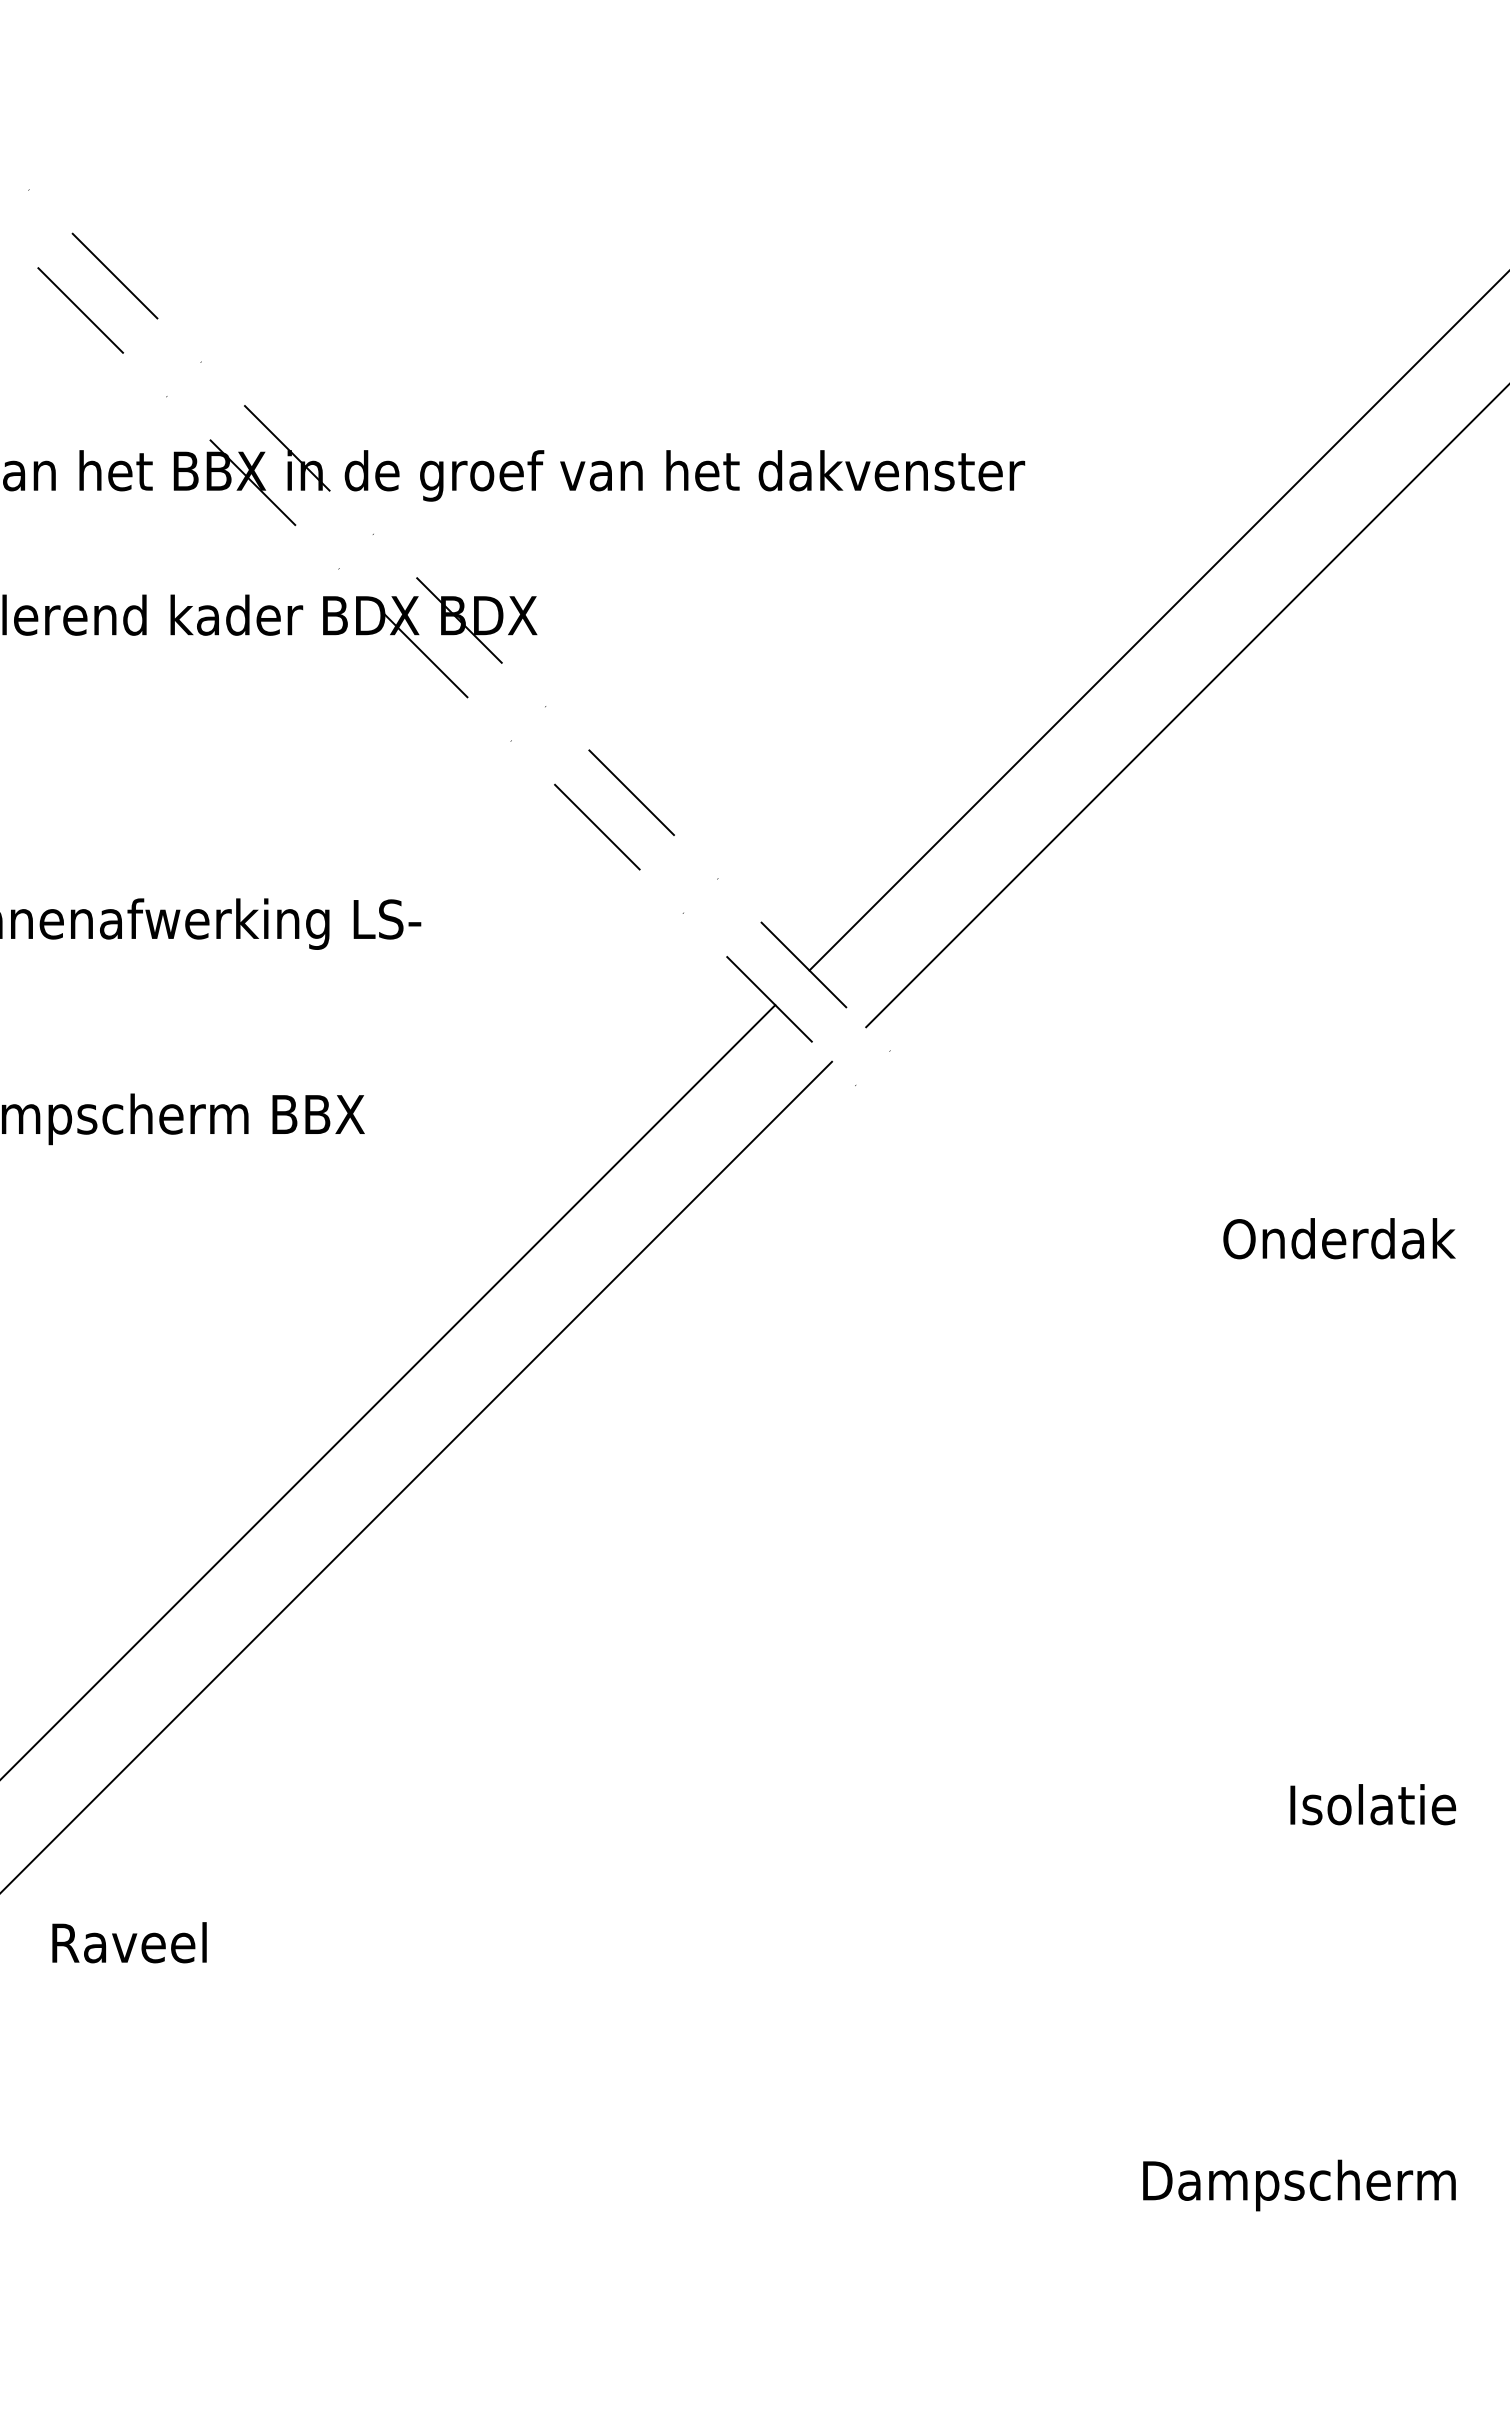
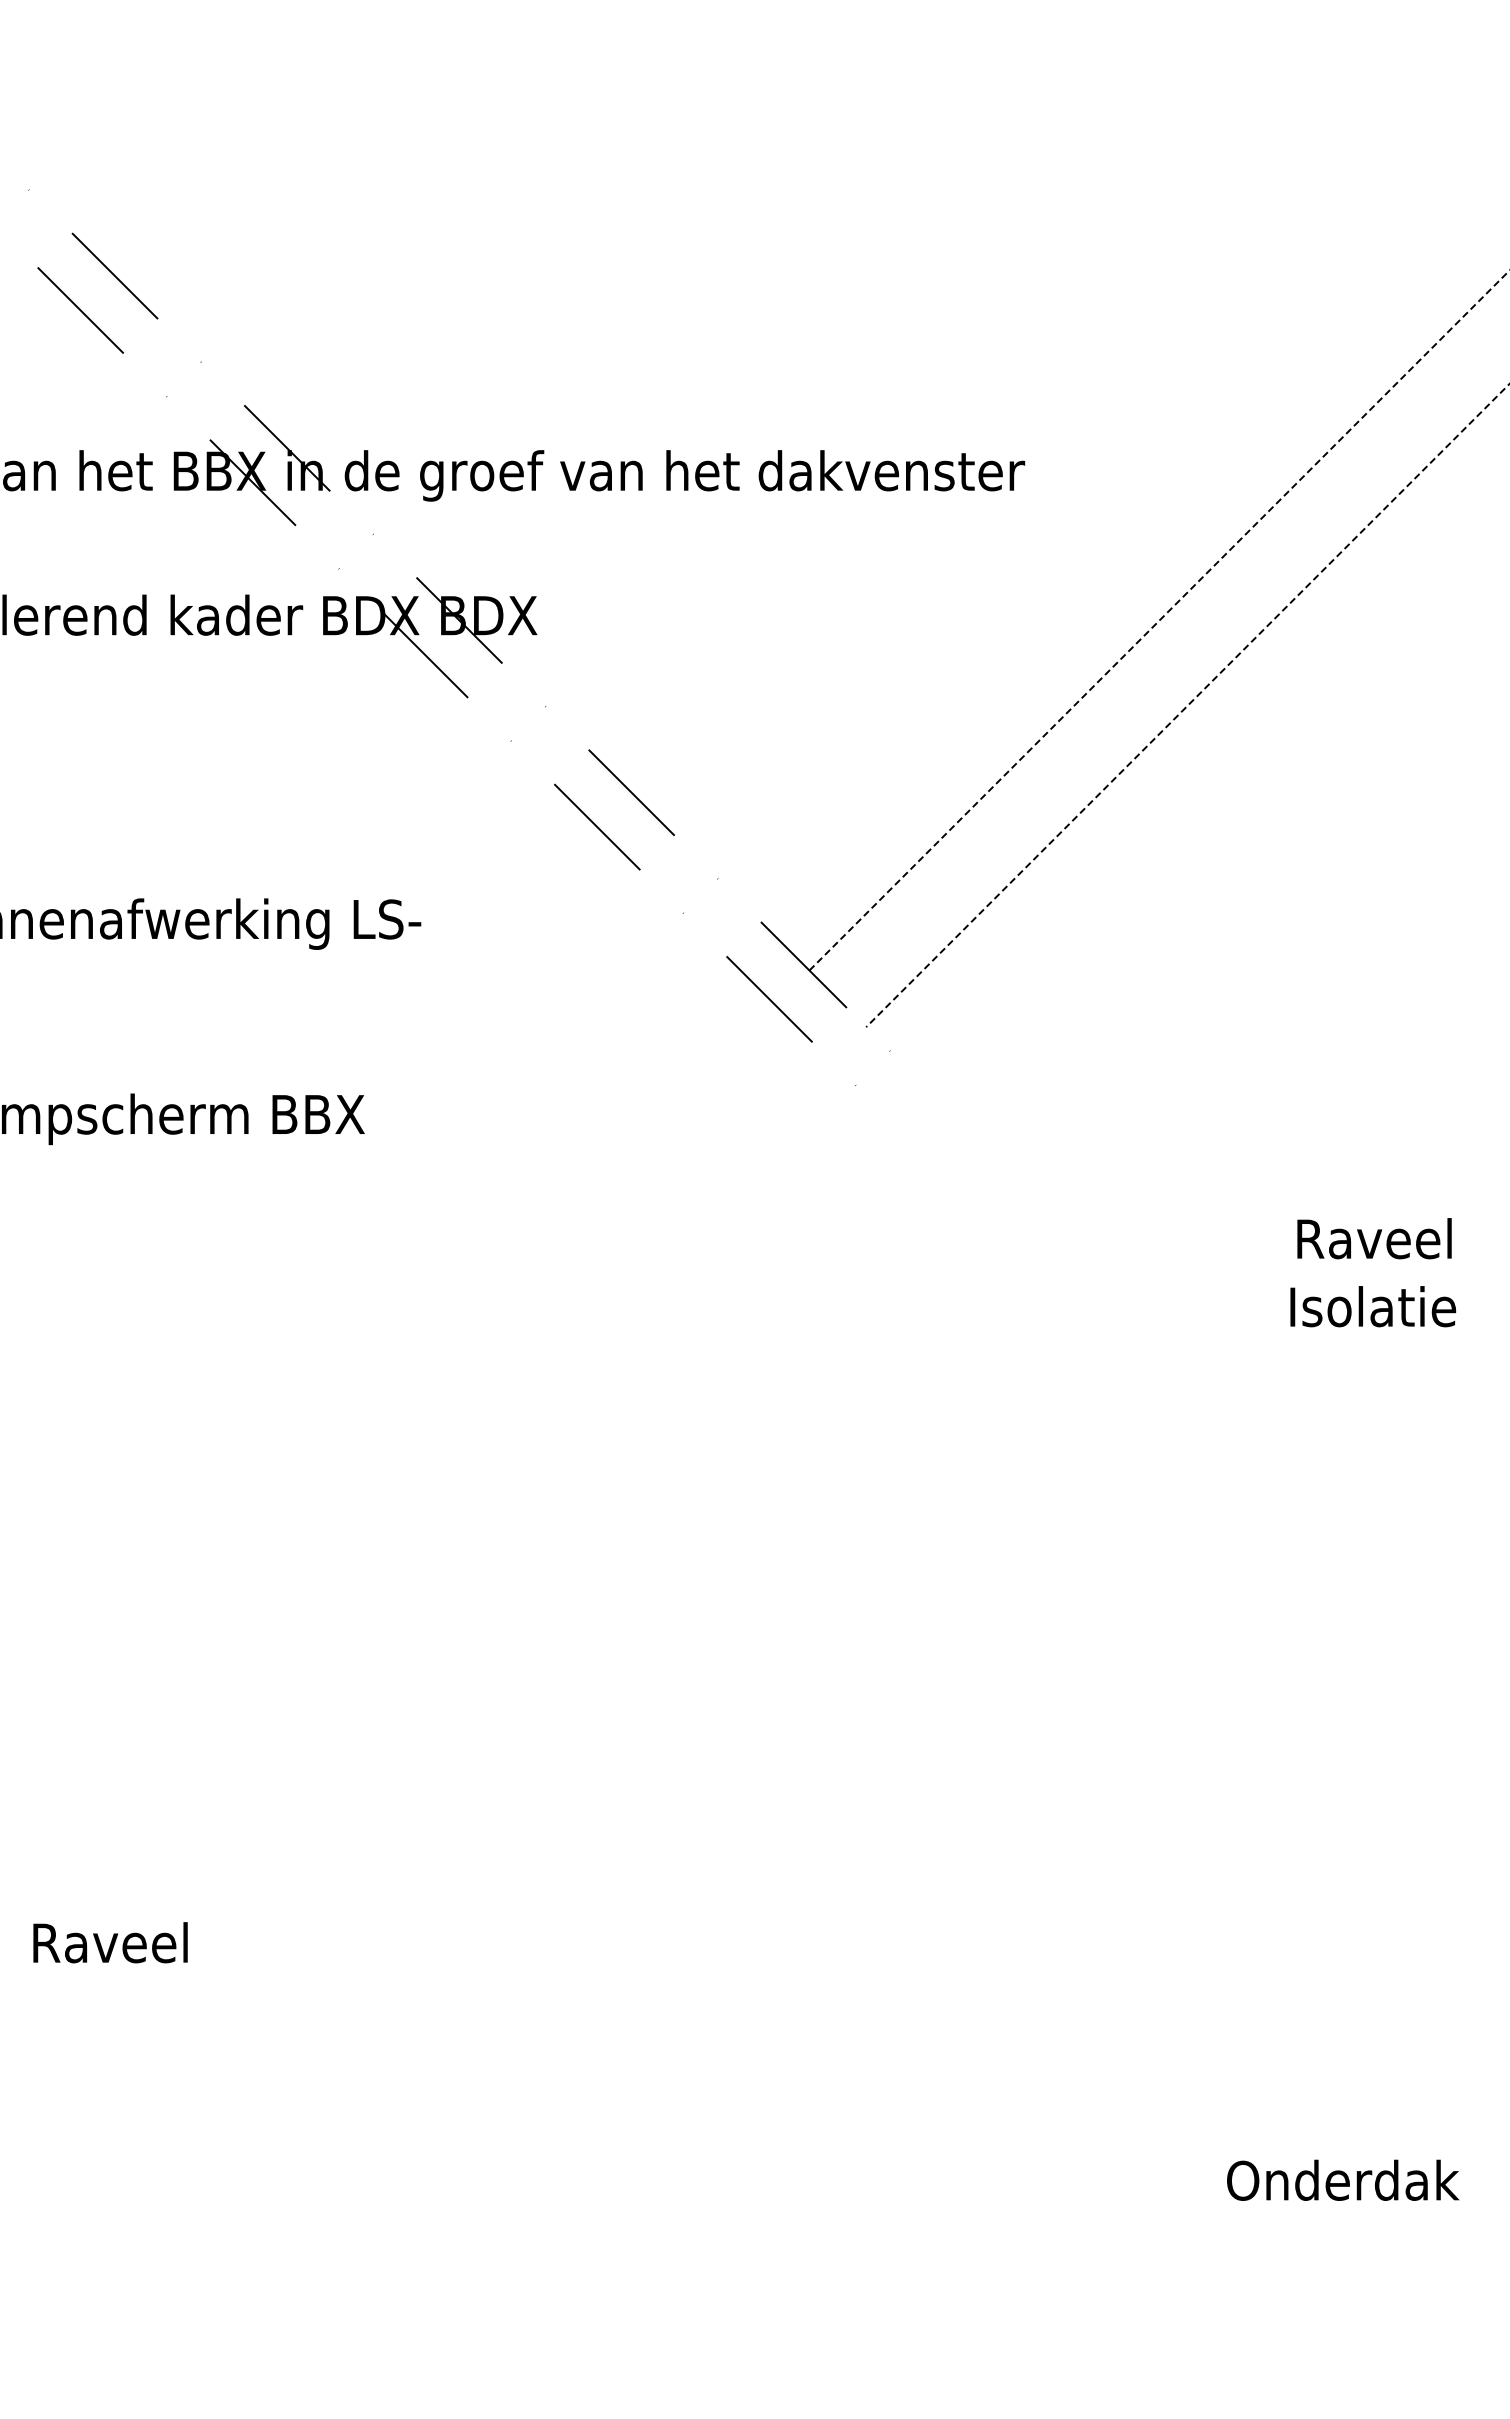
line at (1160, 620): solid -> dashed
line at (1187, 705): solid -> dashed
text at (1339, 1238): Onderdak -> Raveel
line at (388, 1391): present -> none
line at (417, 1476): present -> none
text at (1373, 1804) position: (1373, 1804) -> (1373, 1306)
text at (129, 1942) position: (129, 1942) -> (110, 1942)
text at (1301, 2185): Dampscherm -> Onderdak
